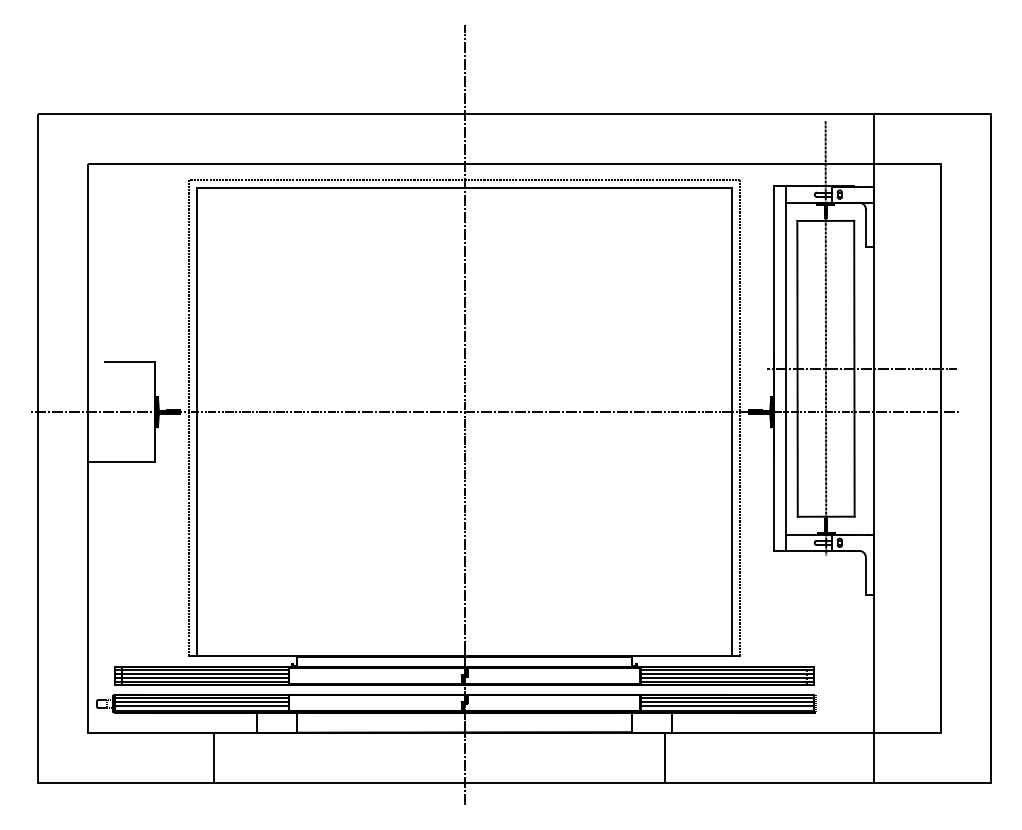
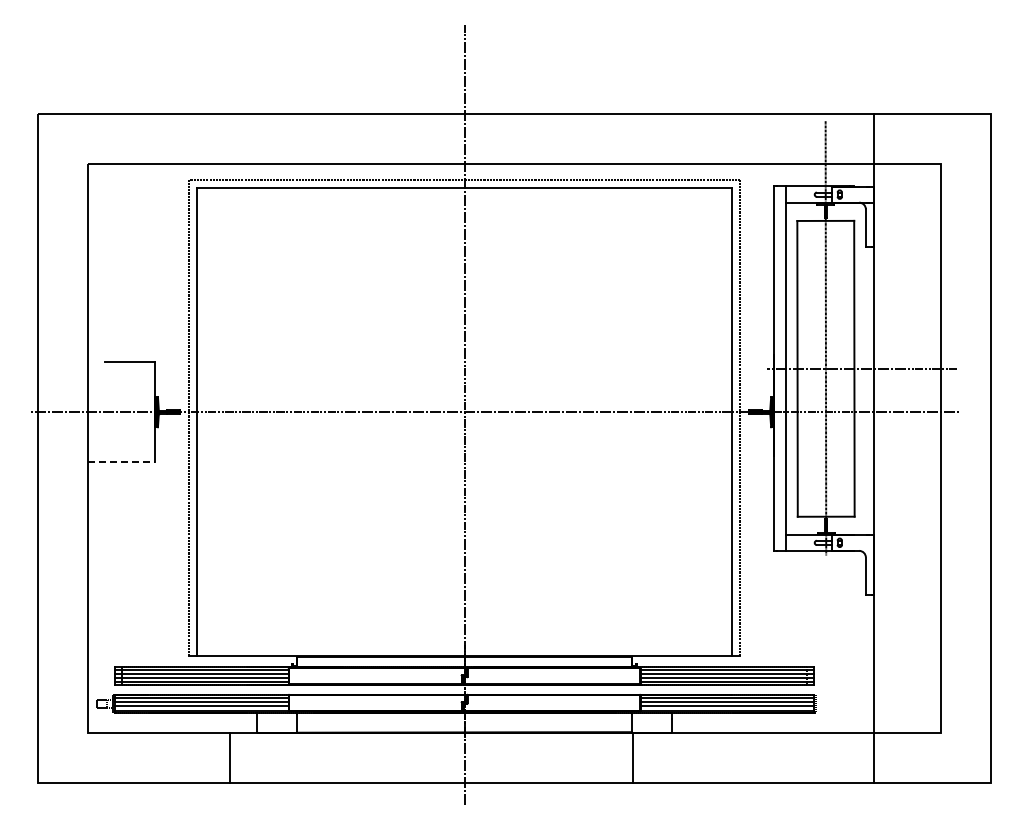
line at (122, 462): solid -> dashed
line at (213, 757) position: (213, 757) -> (229, 757)
line at (665, 757) position: (665, 757) -> (633, 757)
